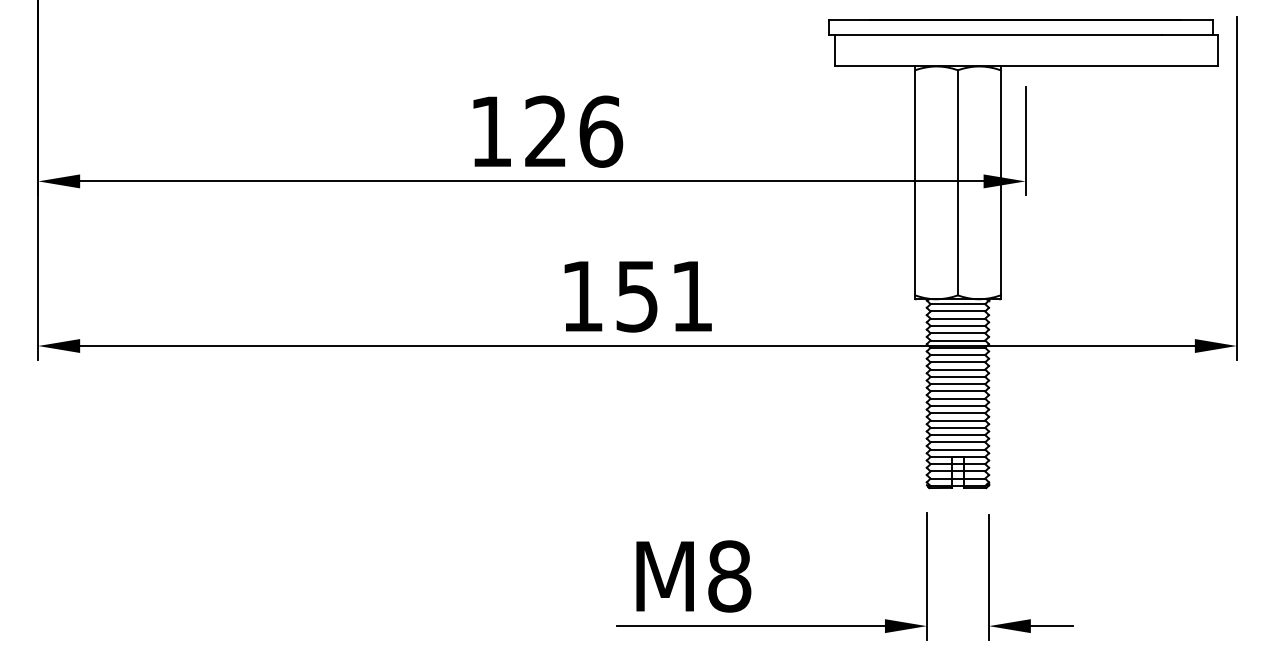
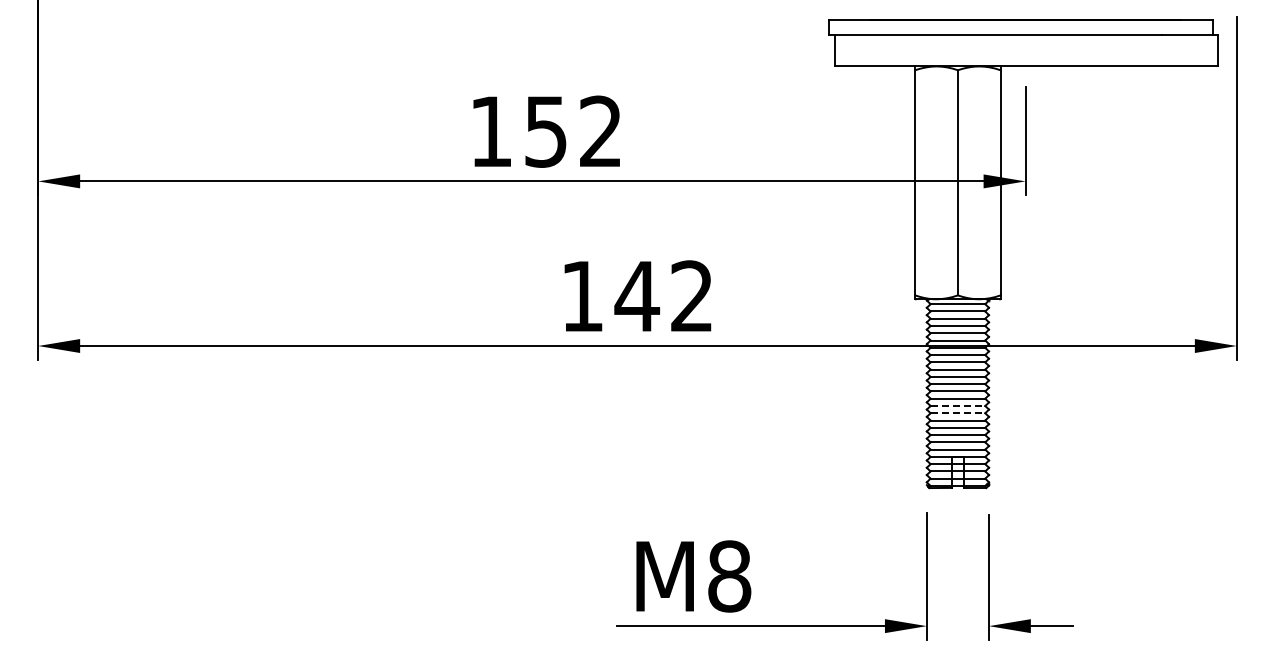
text at (574, 131): 126 -> 152
text at (662, 296): 151 -> 142
line at (958, 406): solid -> dashed
line at (958, 413): solid -> dashed
